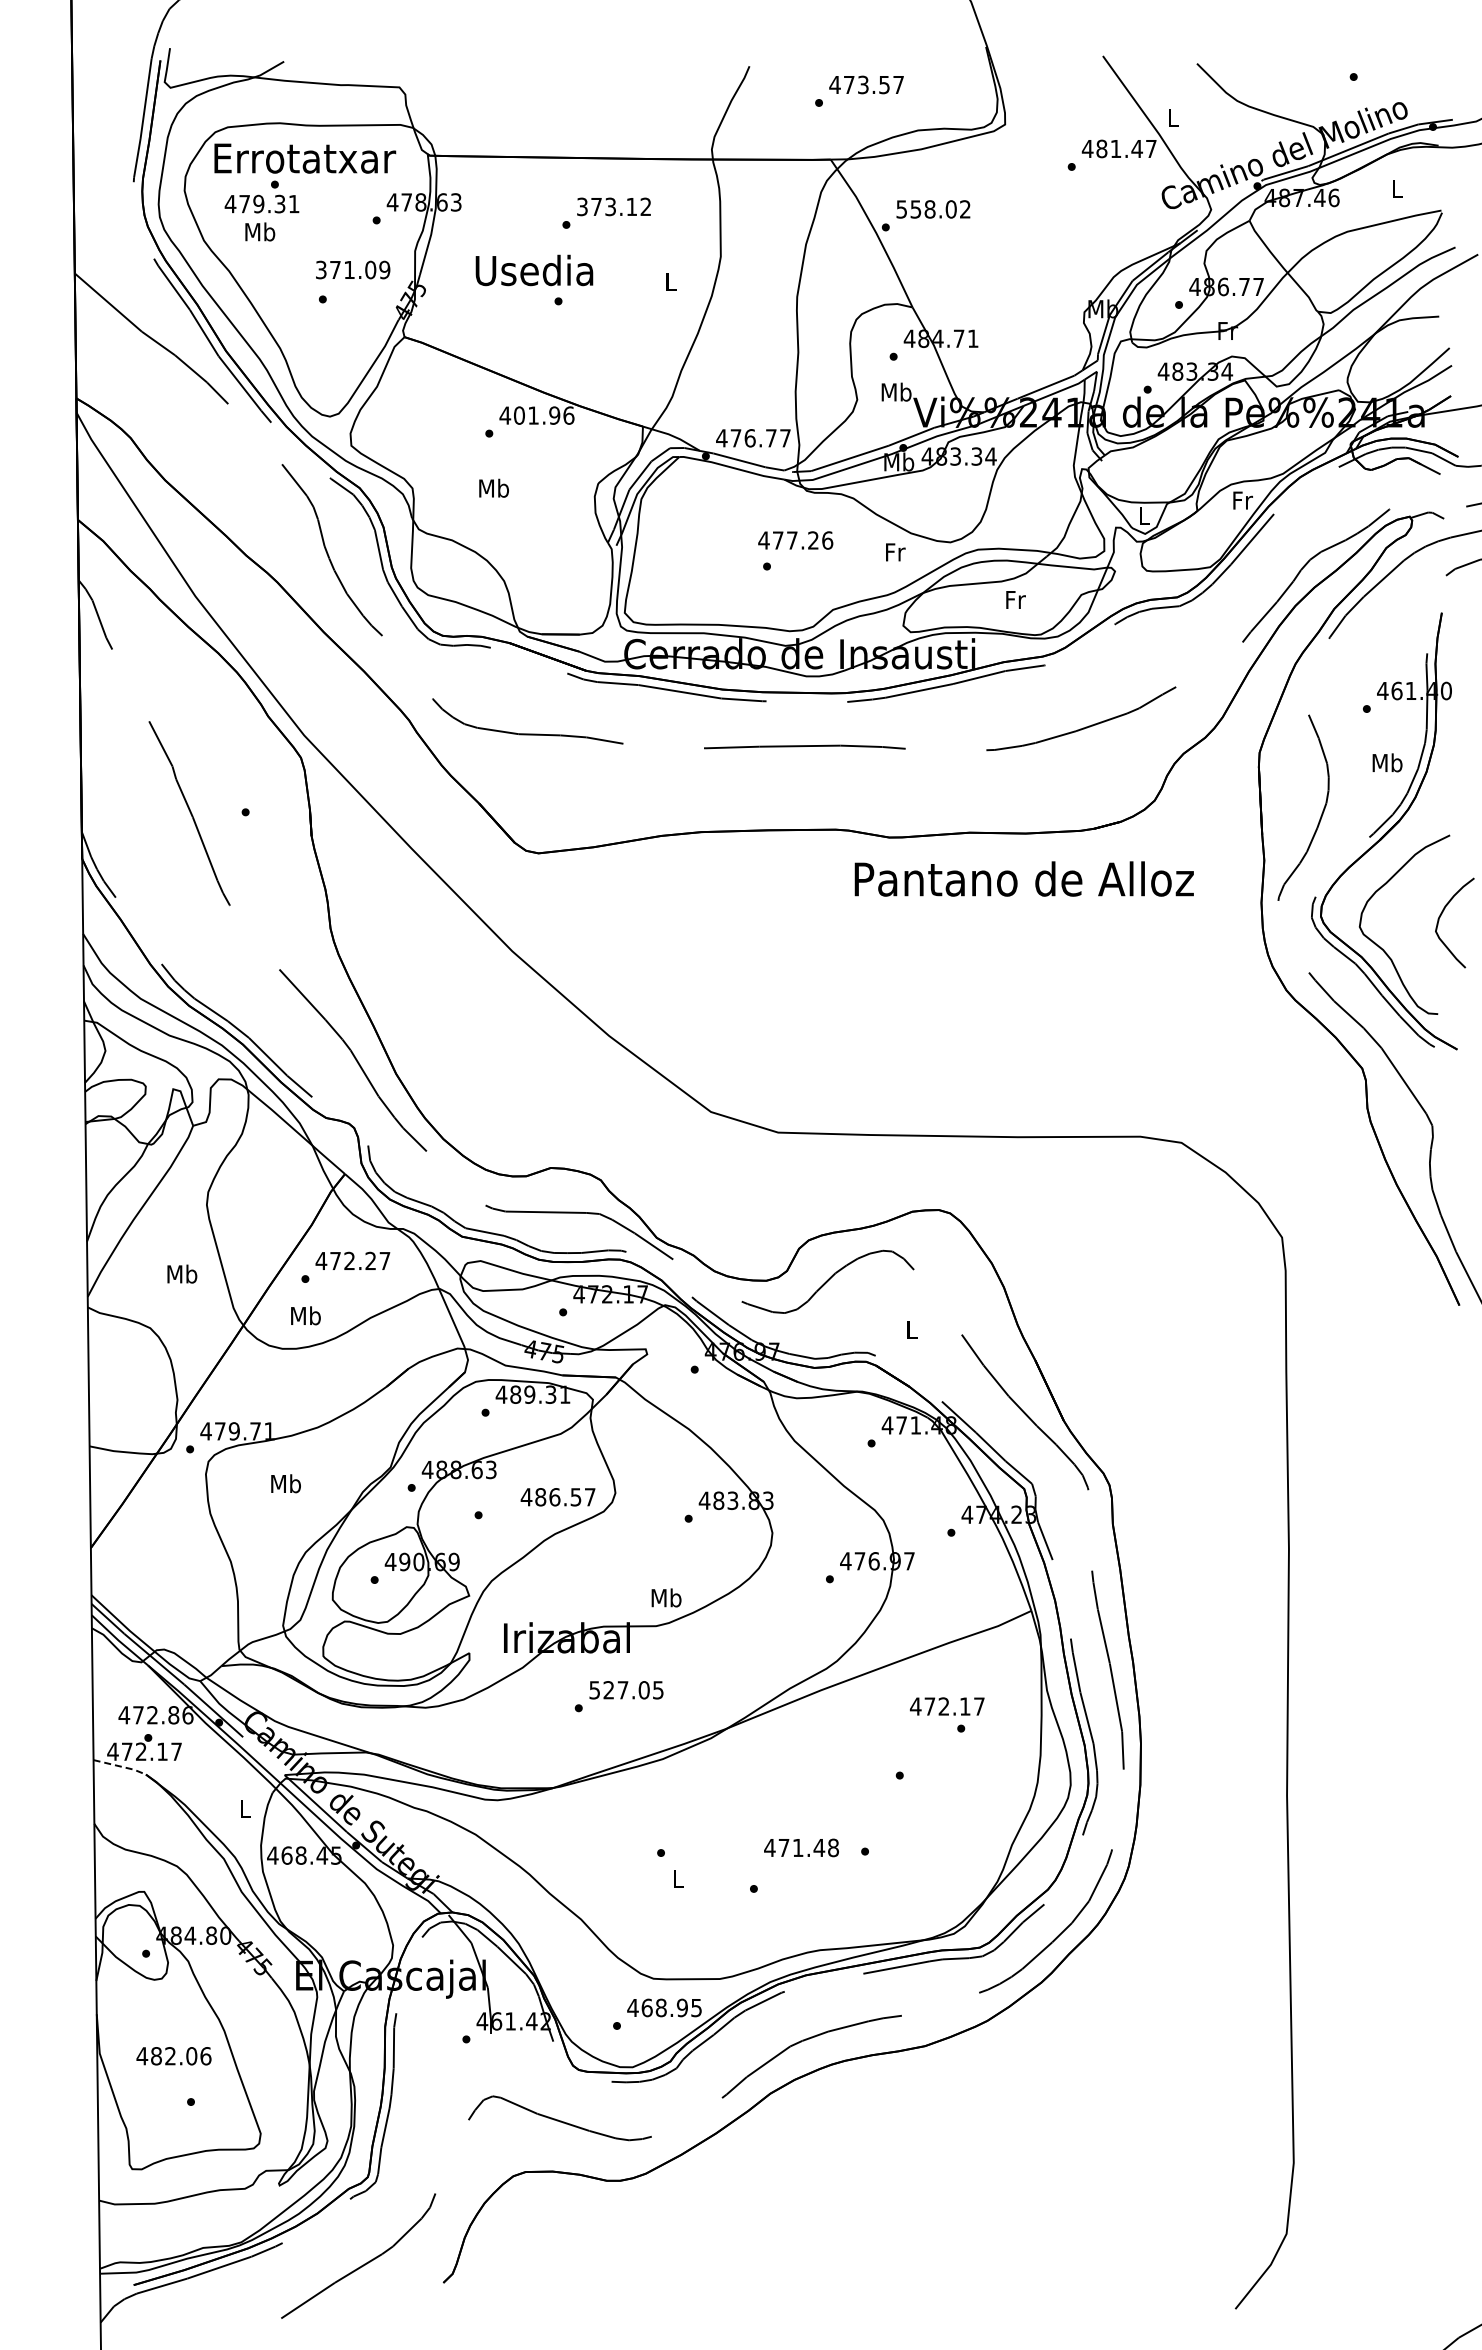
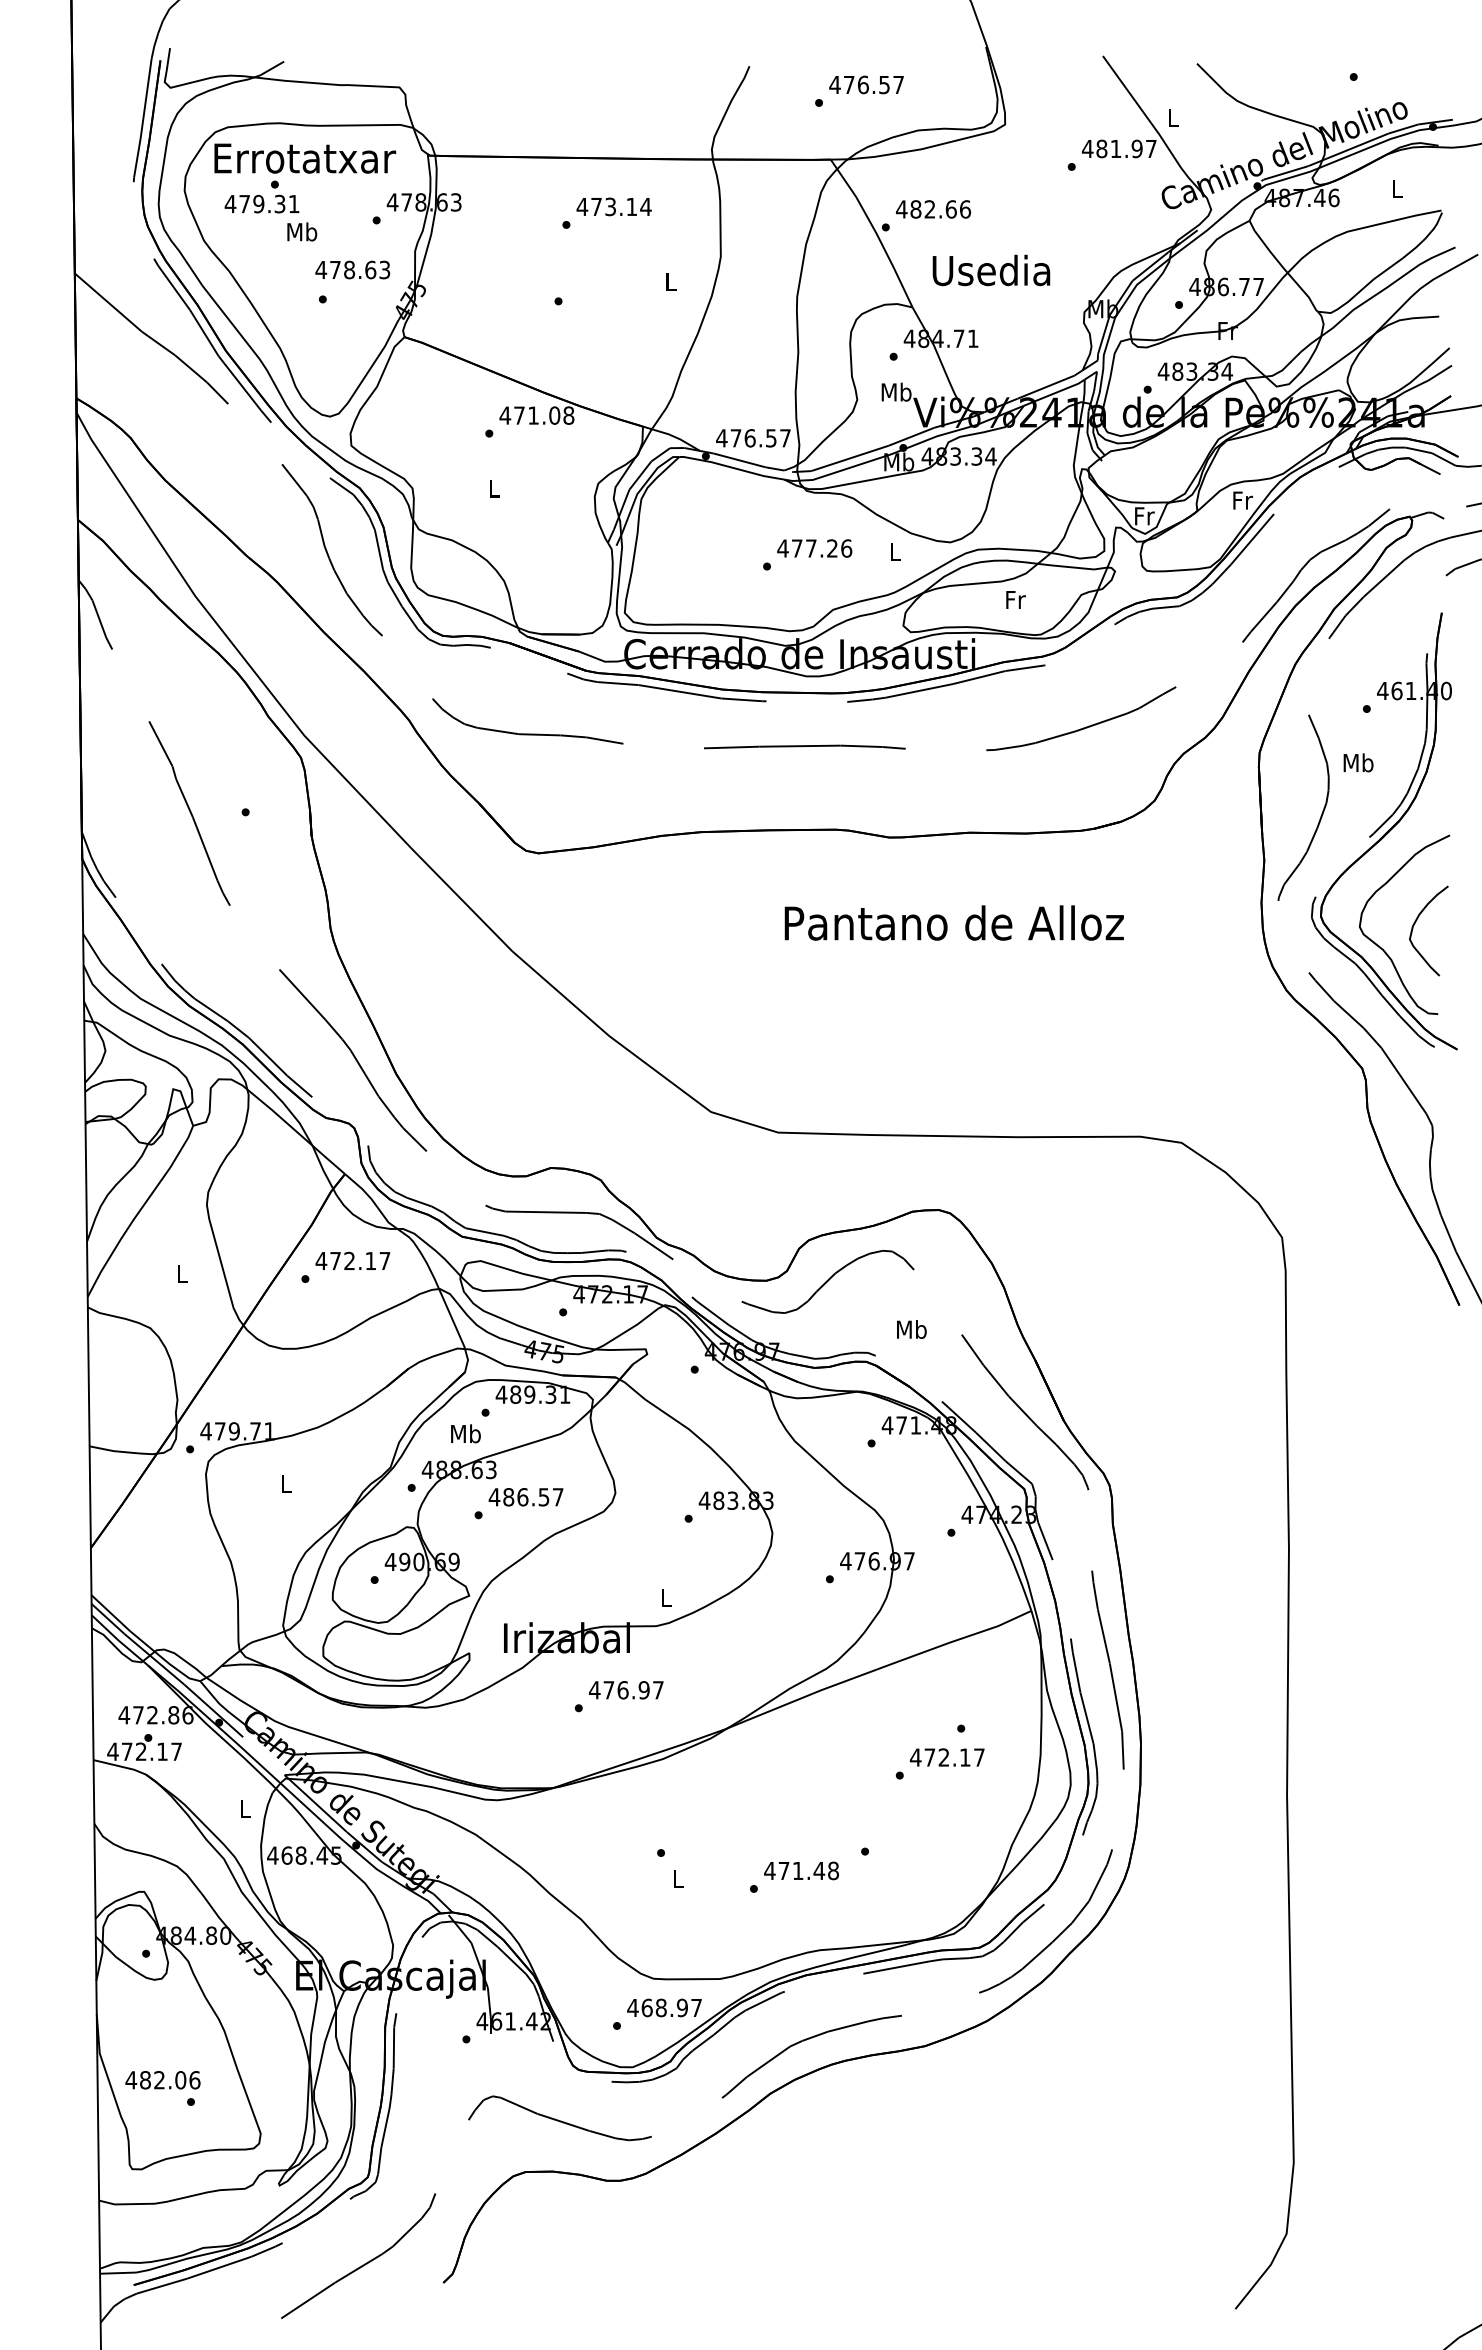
text at (863, 84): 473.57 -> 476.57
text at (1136, 148): 481.47 -> 481.97
text at (613, 206): 373.12 -> 473.14
text at (933, 209): 558.02 -> 482.66
text at (260, 231) position: (260, 231) -> (302, 231)
text at (352, 269): 371.09 -> 478.63
text at (534, 270) position: (534, 270) -> (991, 270)
text at (544, 415): 401.96 -> 471.08
text at (771, 438): 476.77 -> 476.57
text at (493, 487): Mb -> L
text at (1144, 516): L -> Fr
text at (795, 540) position: (795, 540) -> (814, 548)
text at (895, 552): Fr -> L
text at (1387, 762) position: (1387, 762) -> (1358, 762)
text at (1023, 878) position: (1023, 878) -> (953, 922)
curve at (1442, 914) position: (1442, 914) -> (1416, 922)
text at (370, 1260): 472.27 -> 472.17
text at (182, 1273): Mb -> L
text at (305, 1315) position: (305, 1315) -> (465, 1433)
text at (911, 1329): L -> Mb
text at (285, 1483): Mb -> L
text at (557, 1497) position: (557, 1497) -> (525, 1497)
text at (666, 1597): Mb -> L
text at (625, 1690): 527.05 -> 476.97
text at (947, 1706) position: (947, 1706) -> (947, 1757)
line at (120, 1766): dashed -> solid
text at (801, 1847) position: (801, 1847) -> (801, 1870)
text at (696, 2008): 468.95 -> 468.97
text at (173, 2056) position: (173, 2056) -> (162, 2080)
